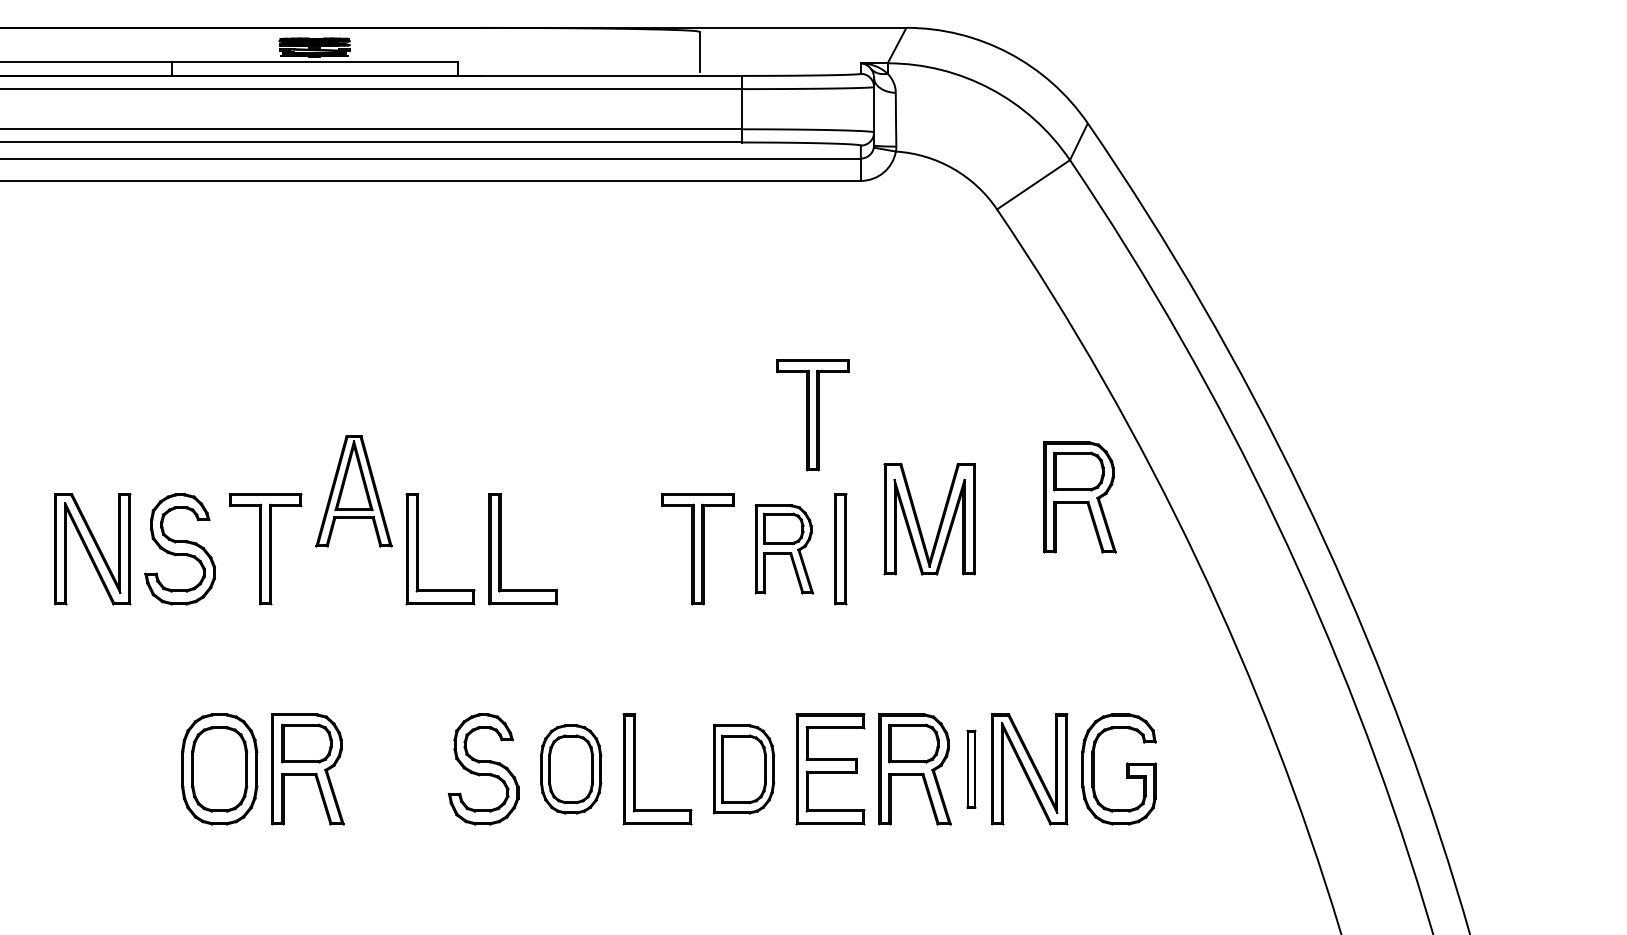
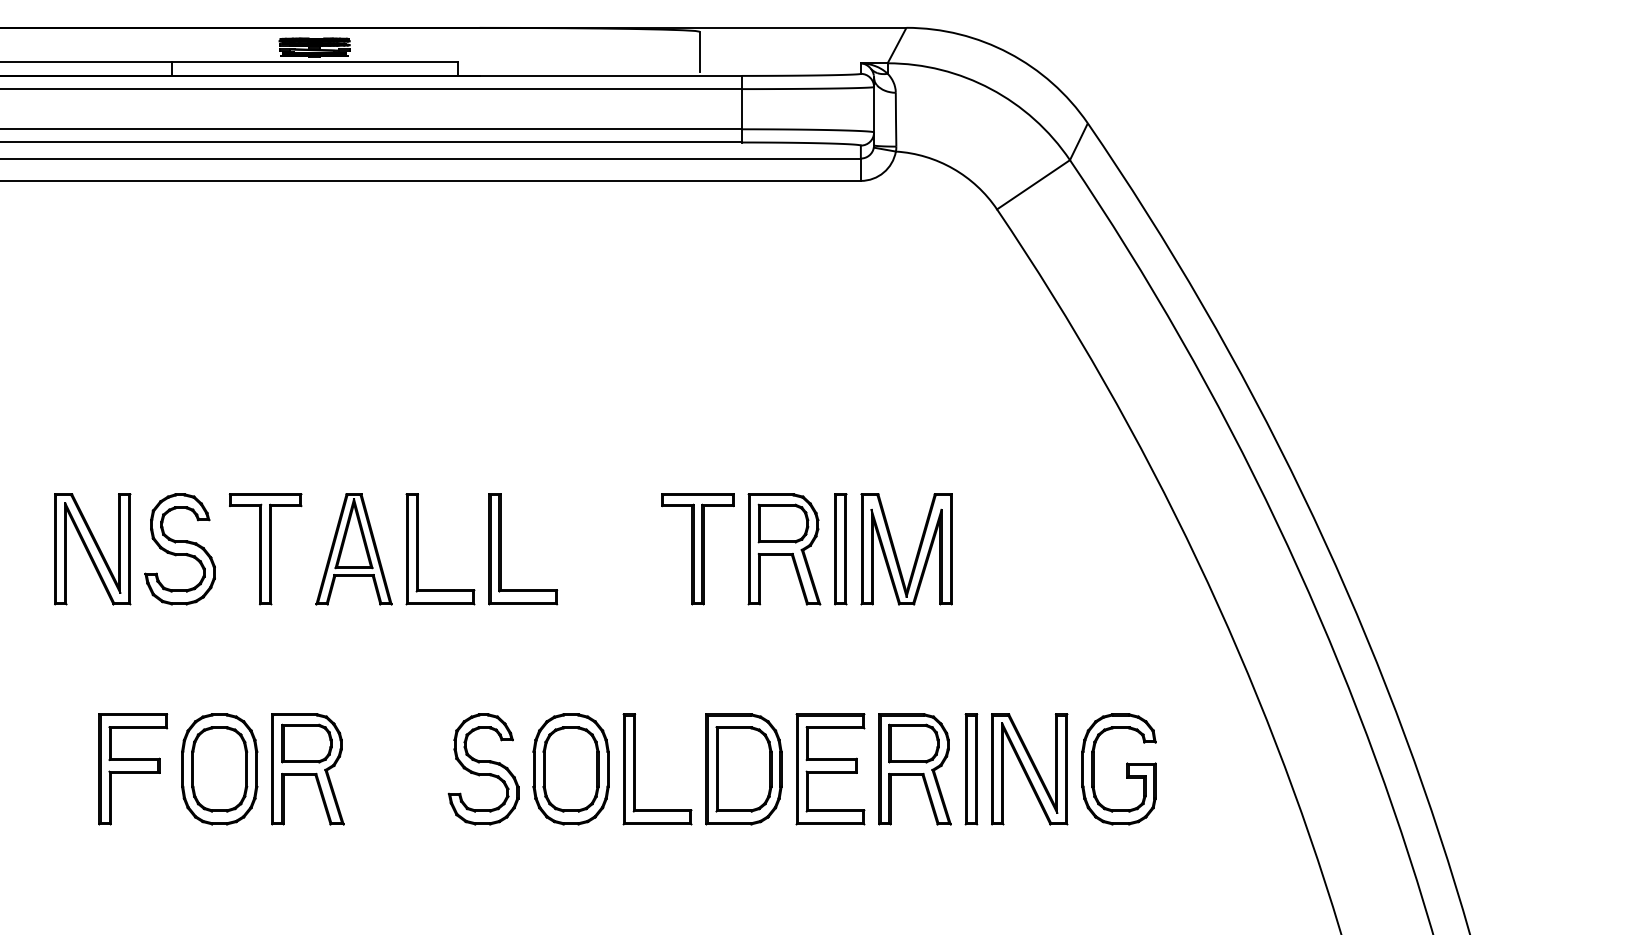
part at (812, 415): present -> none
part at (353, 491) position: (353, 491) -> (353, 549)
part at (1079, 497): present -> none
part at (919, 523) position: (919, 523) -> (896, 553)
part at (784, 549) size: 61x91 px -> 75x113 px
part at (971, 768) size: 11x80 px -> 15x113 px
part at (133, 769): none -> present
part at (571, 769) size: 63x91 px -> 78x113 px
part at (743, 769) size: 64x91 px -> 78x113 px
